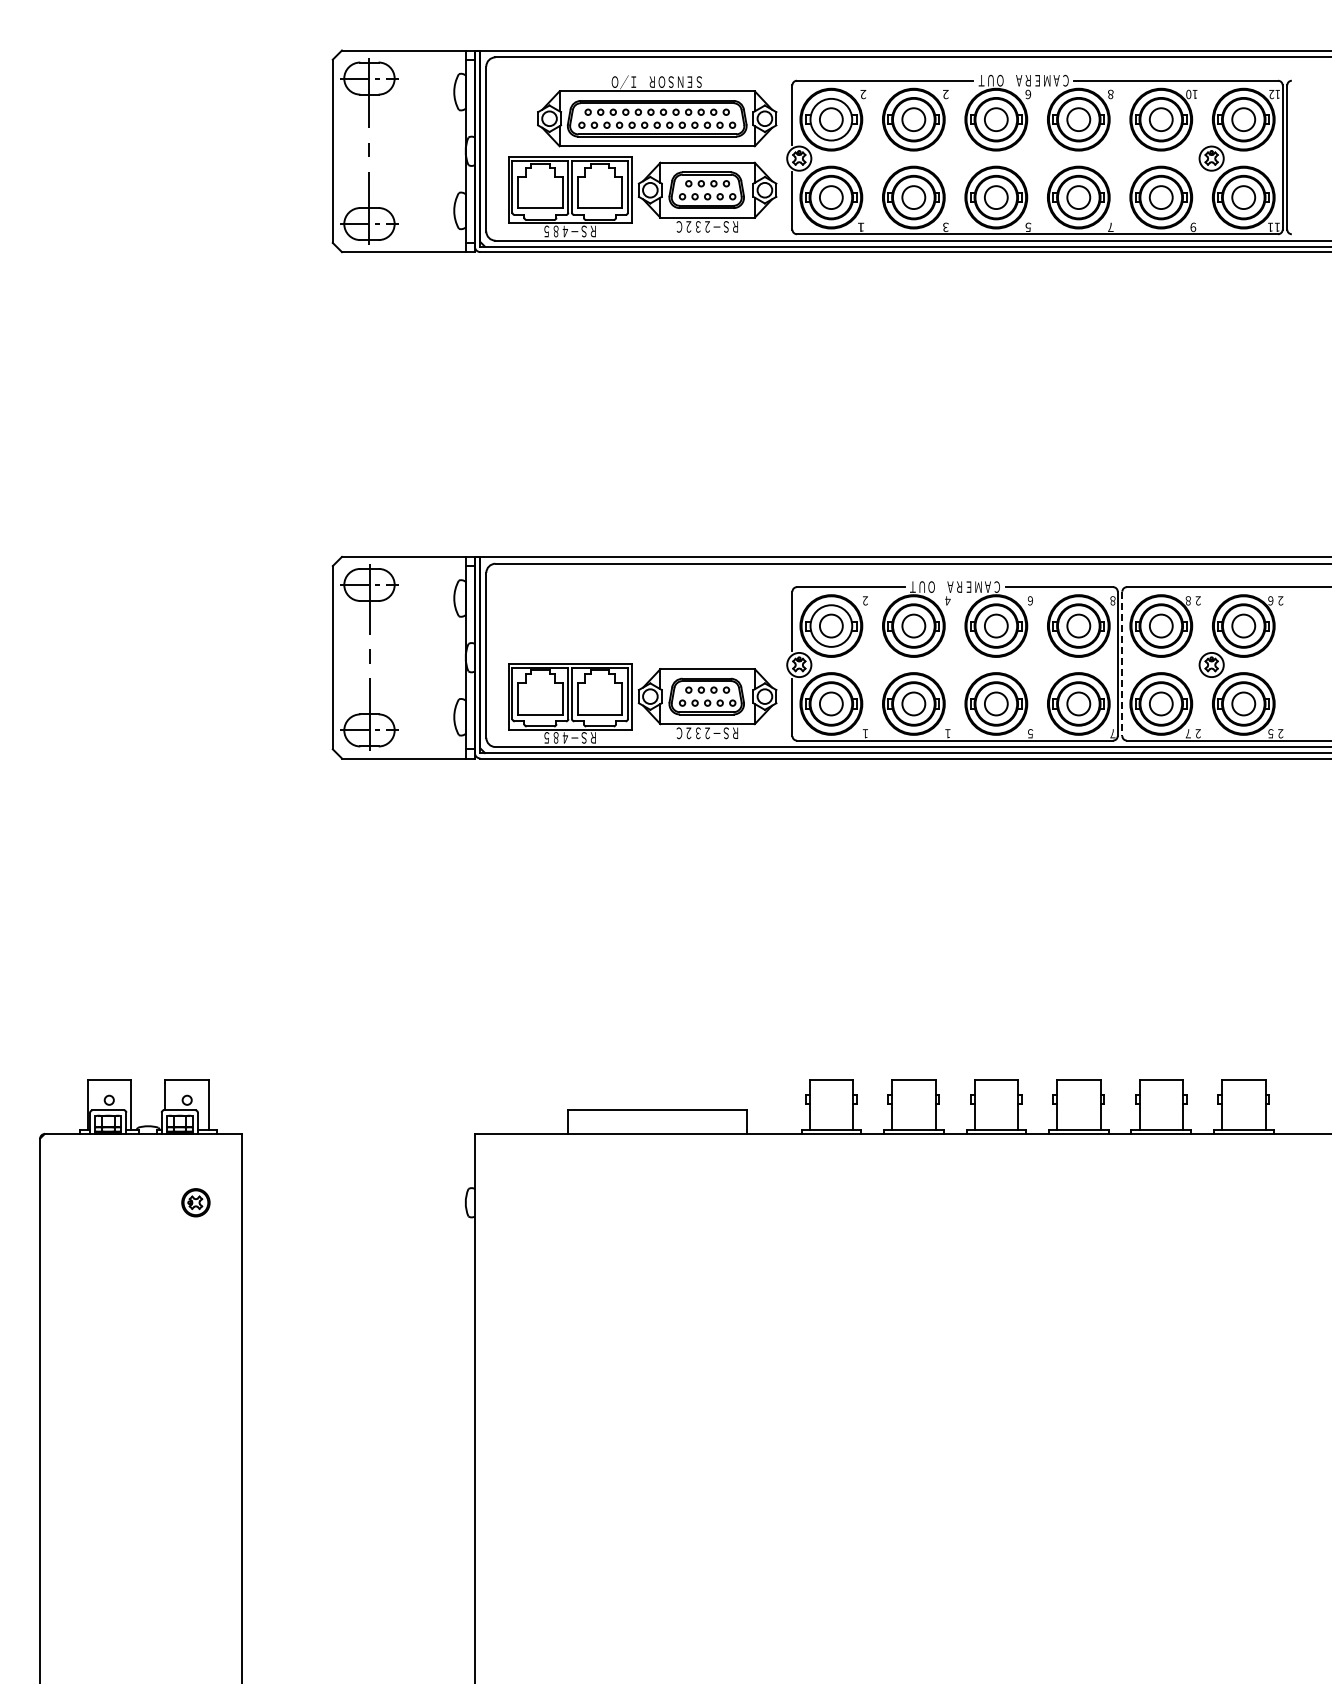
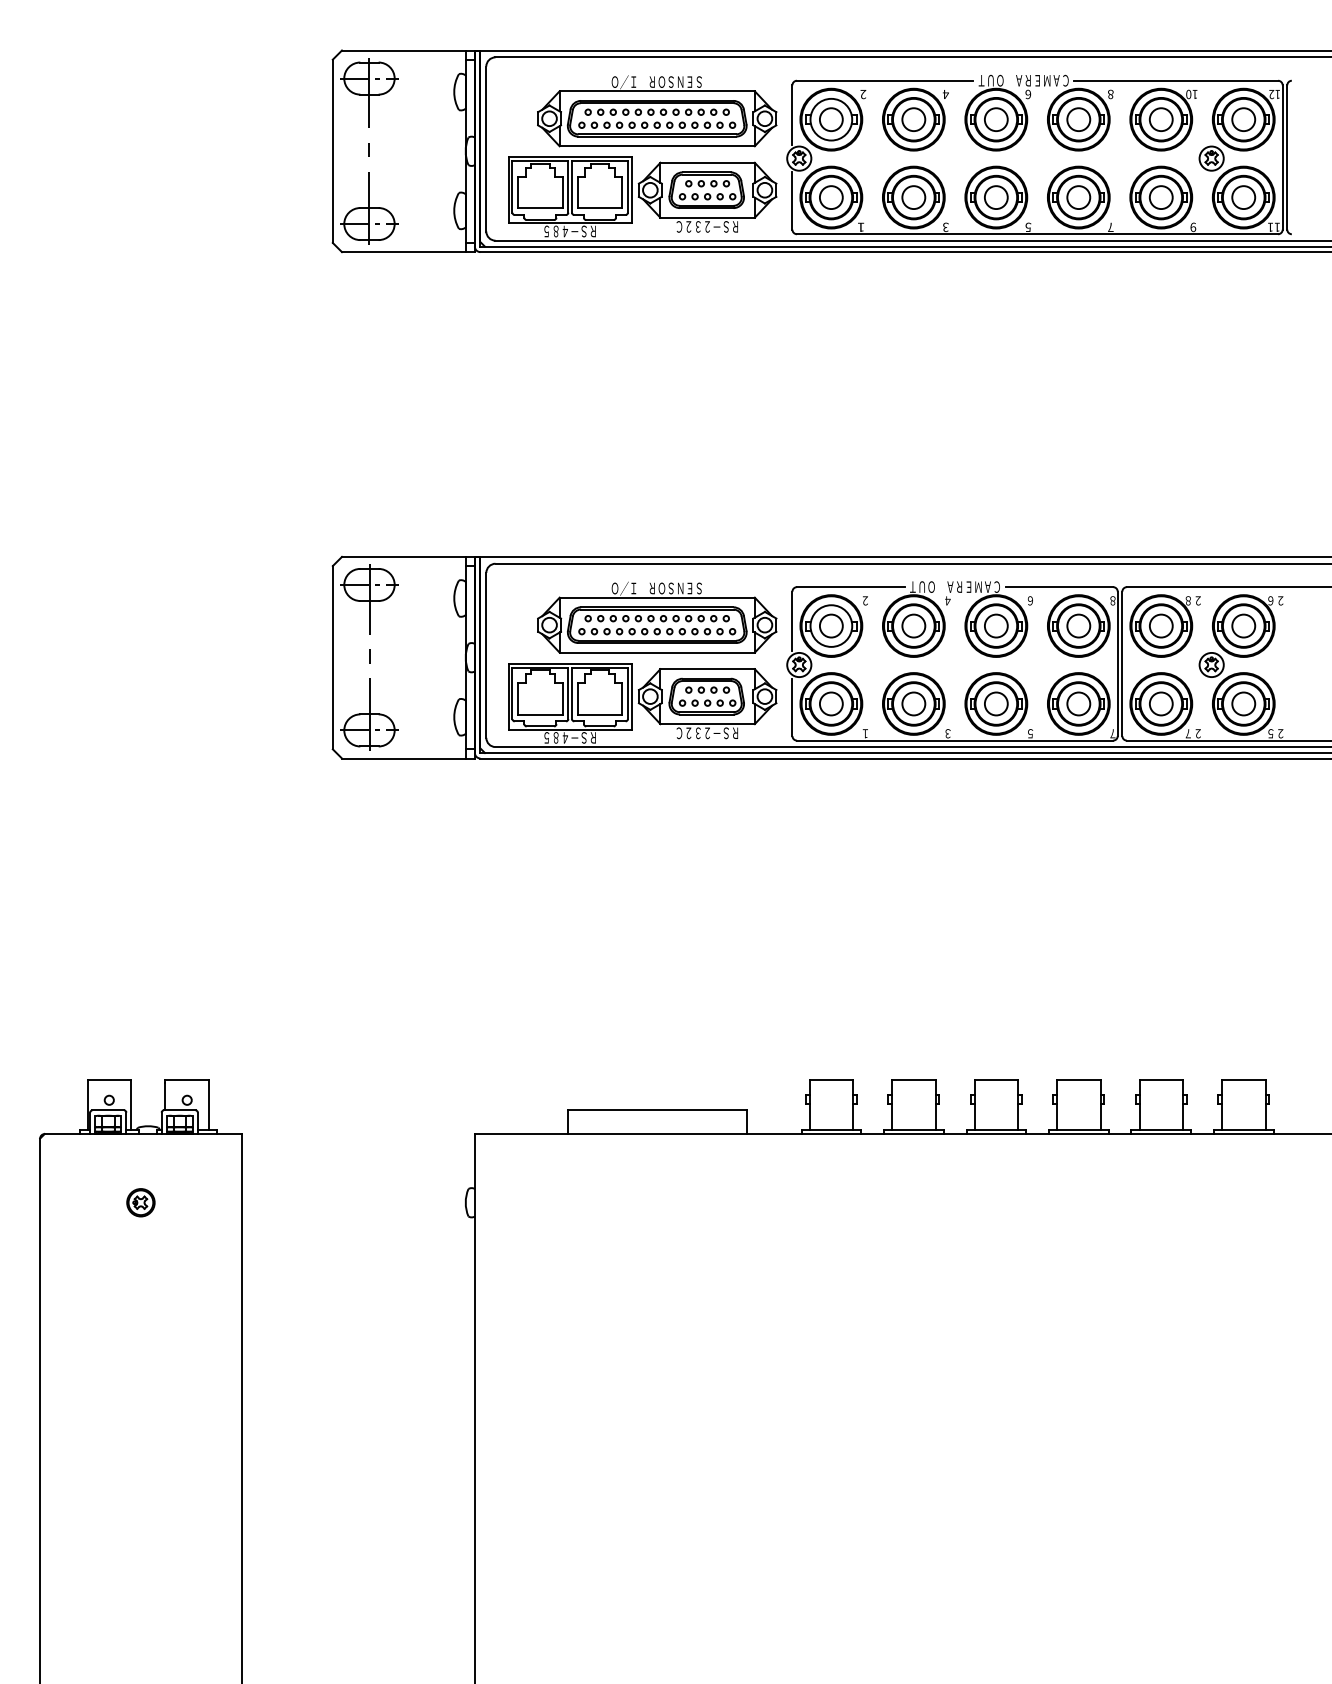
text at (945, 94): 2 -> 4
part at (657, 617): none -> present
line at (1122, 664): dashed -> solid
text at (947, 733): １ -> ３
part at (195, 1202) position: (195, 1202) -> (140, 1202)
